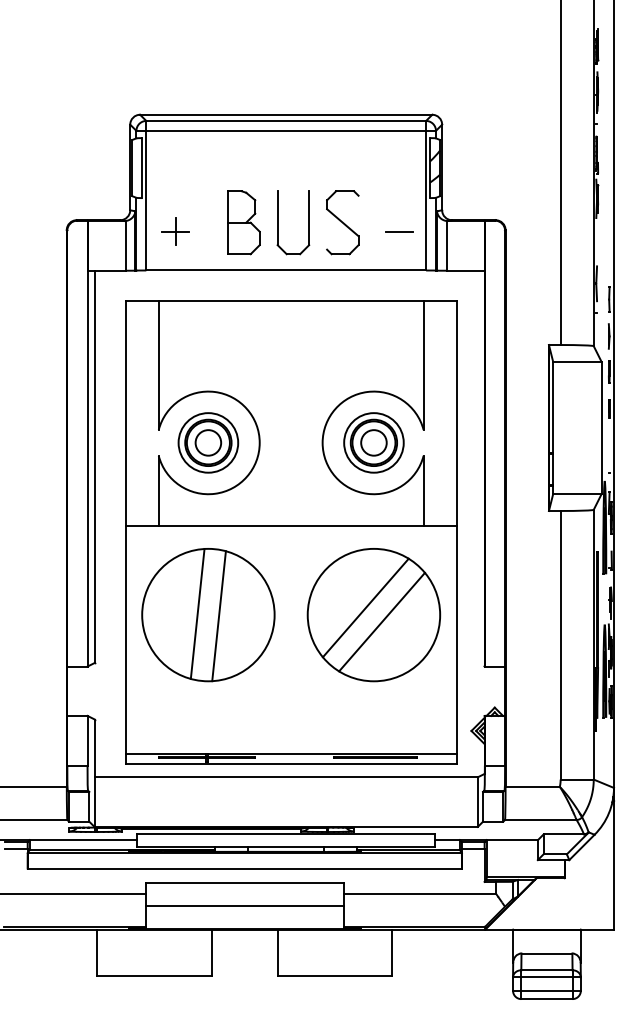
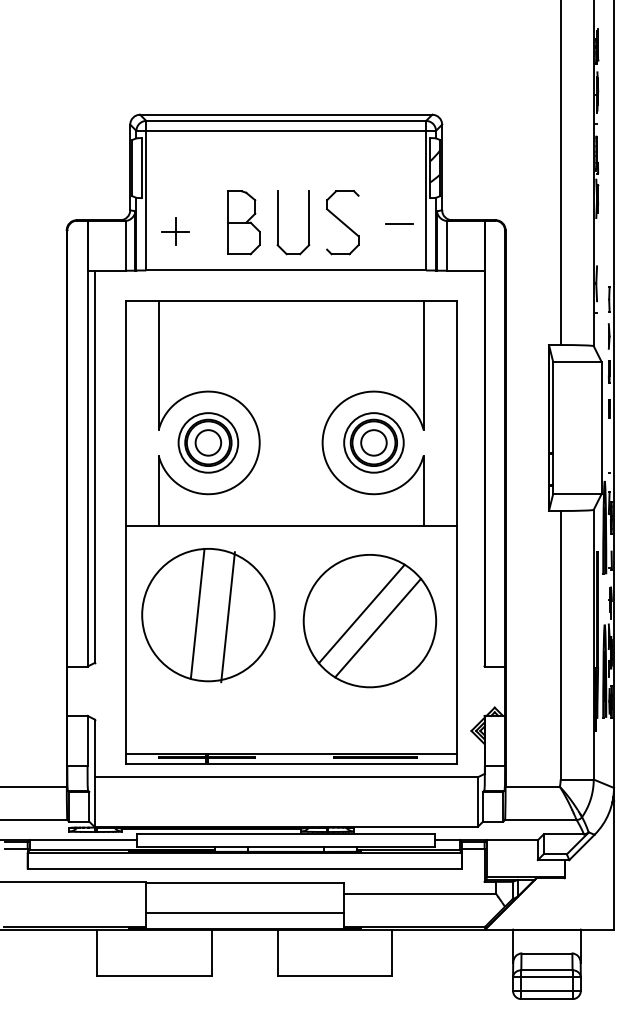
line at (399, 231) position: (399, 231) -> (399, 223)
part at (373, 615) position: (373, 615) -> (369, 621)
line at (218, 616) position: (218, 616) -> (227, 617)
line at (73, 893) position: (73, 893) -> (73, 881)
line at (244, 906) position: (244, 906) -> (244, 913)
